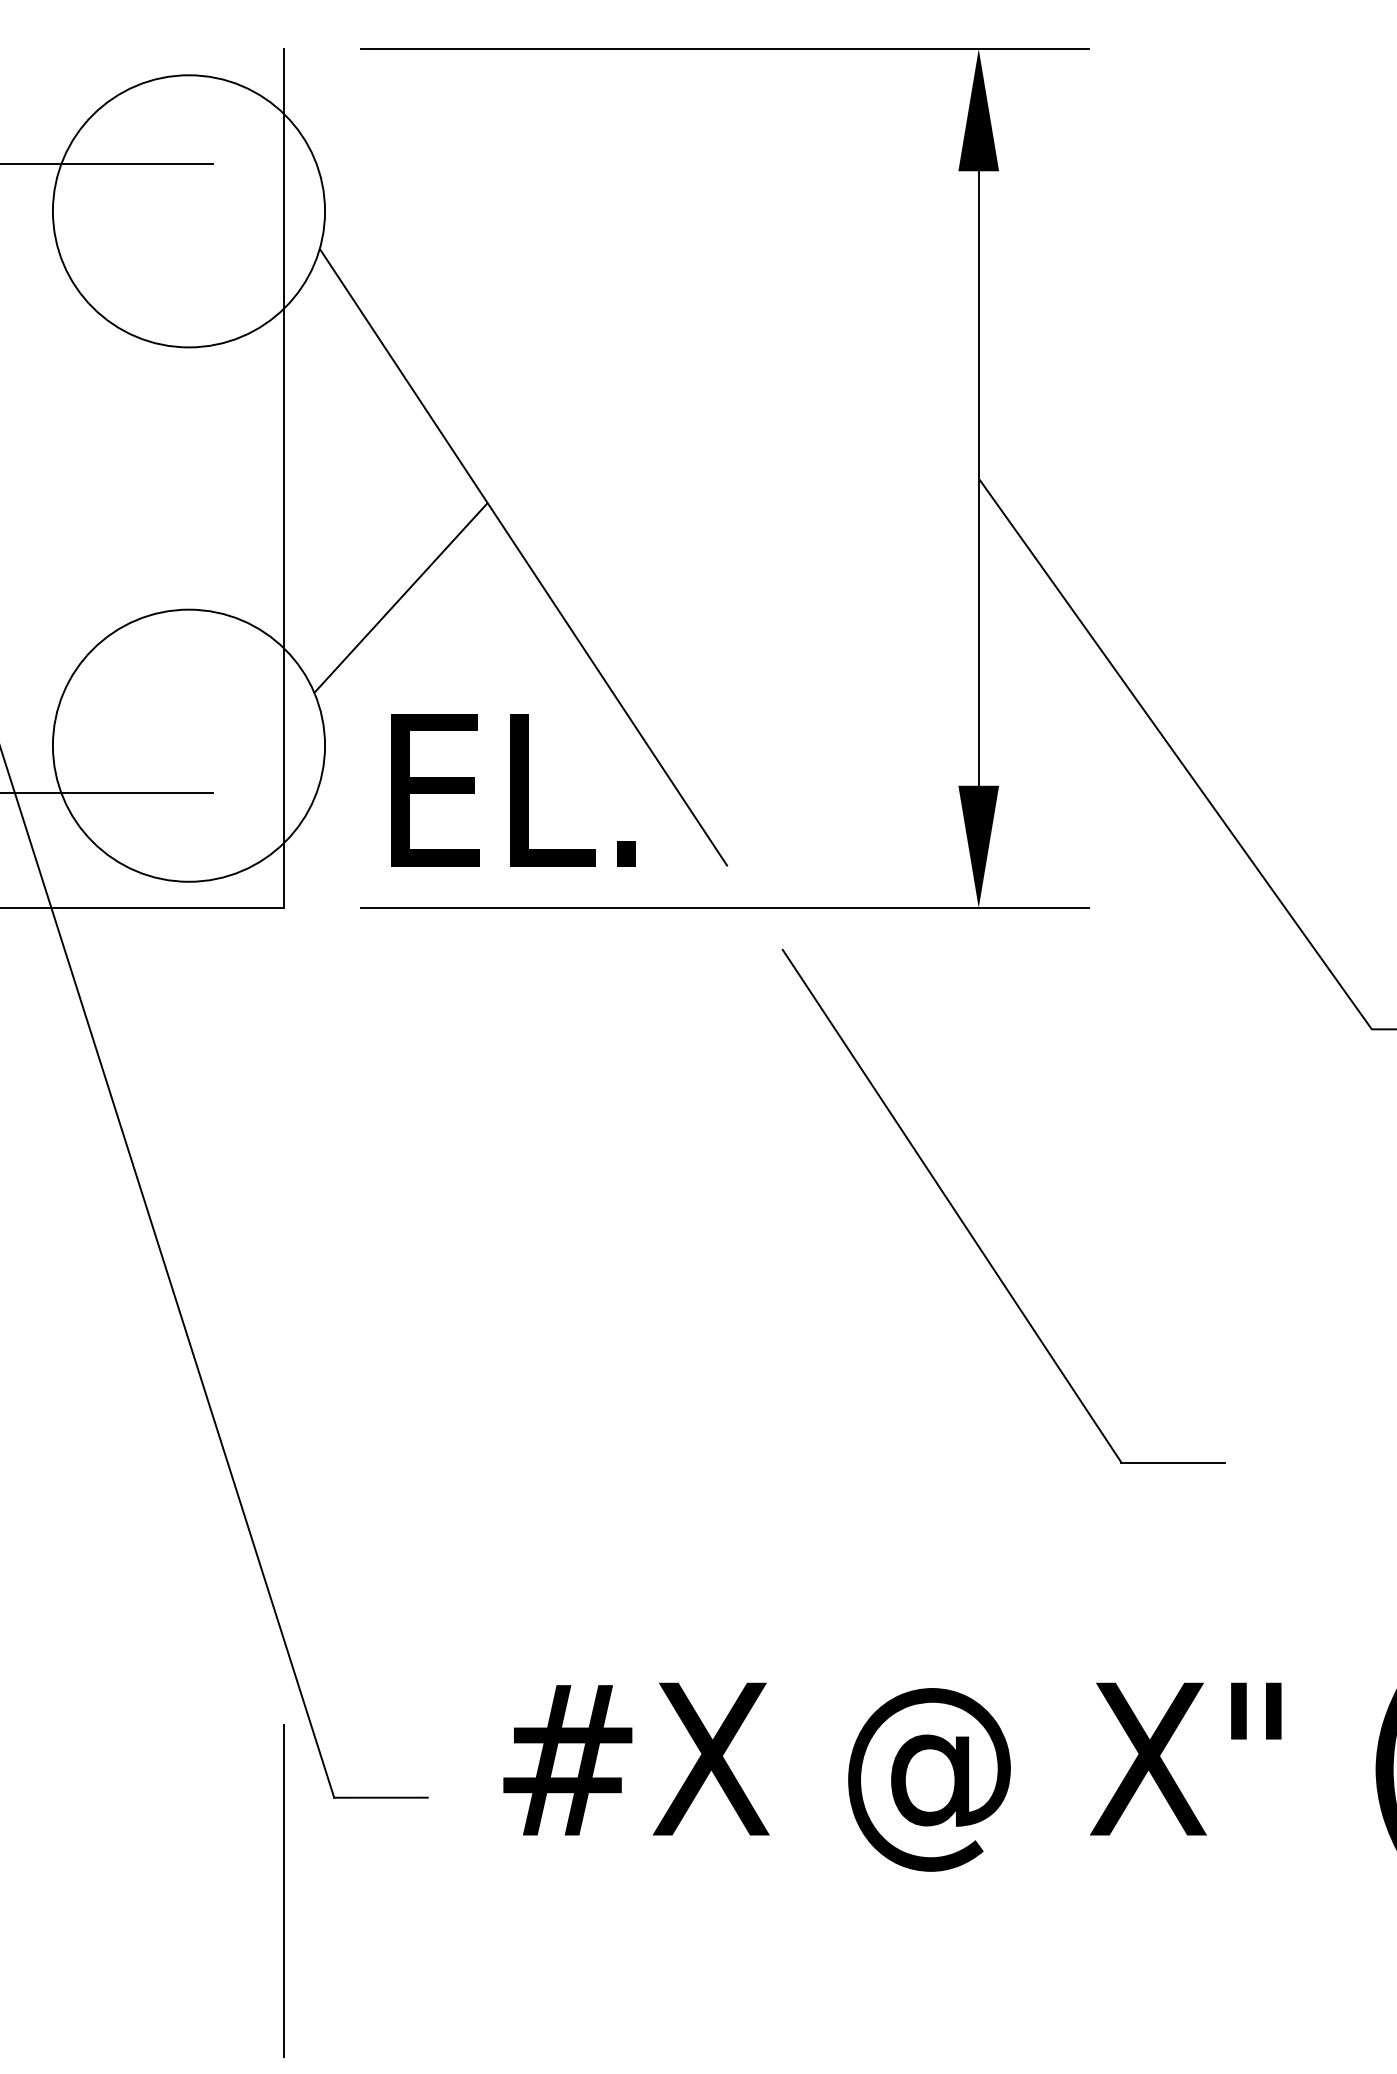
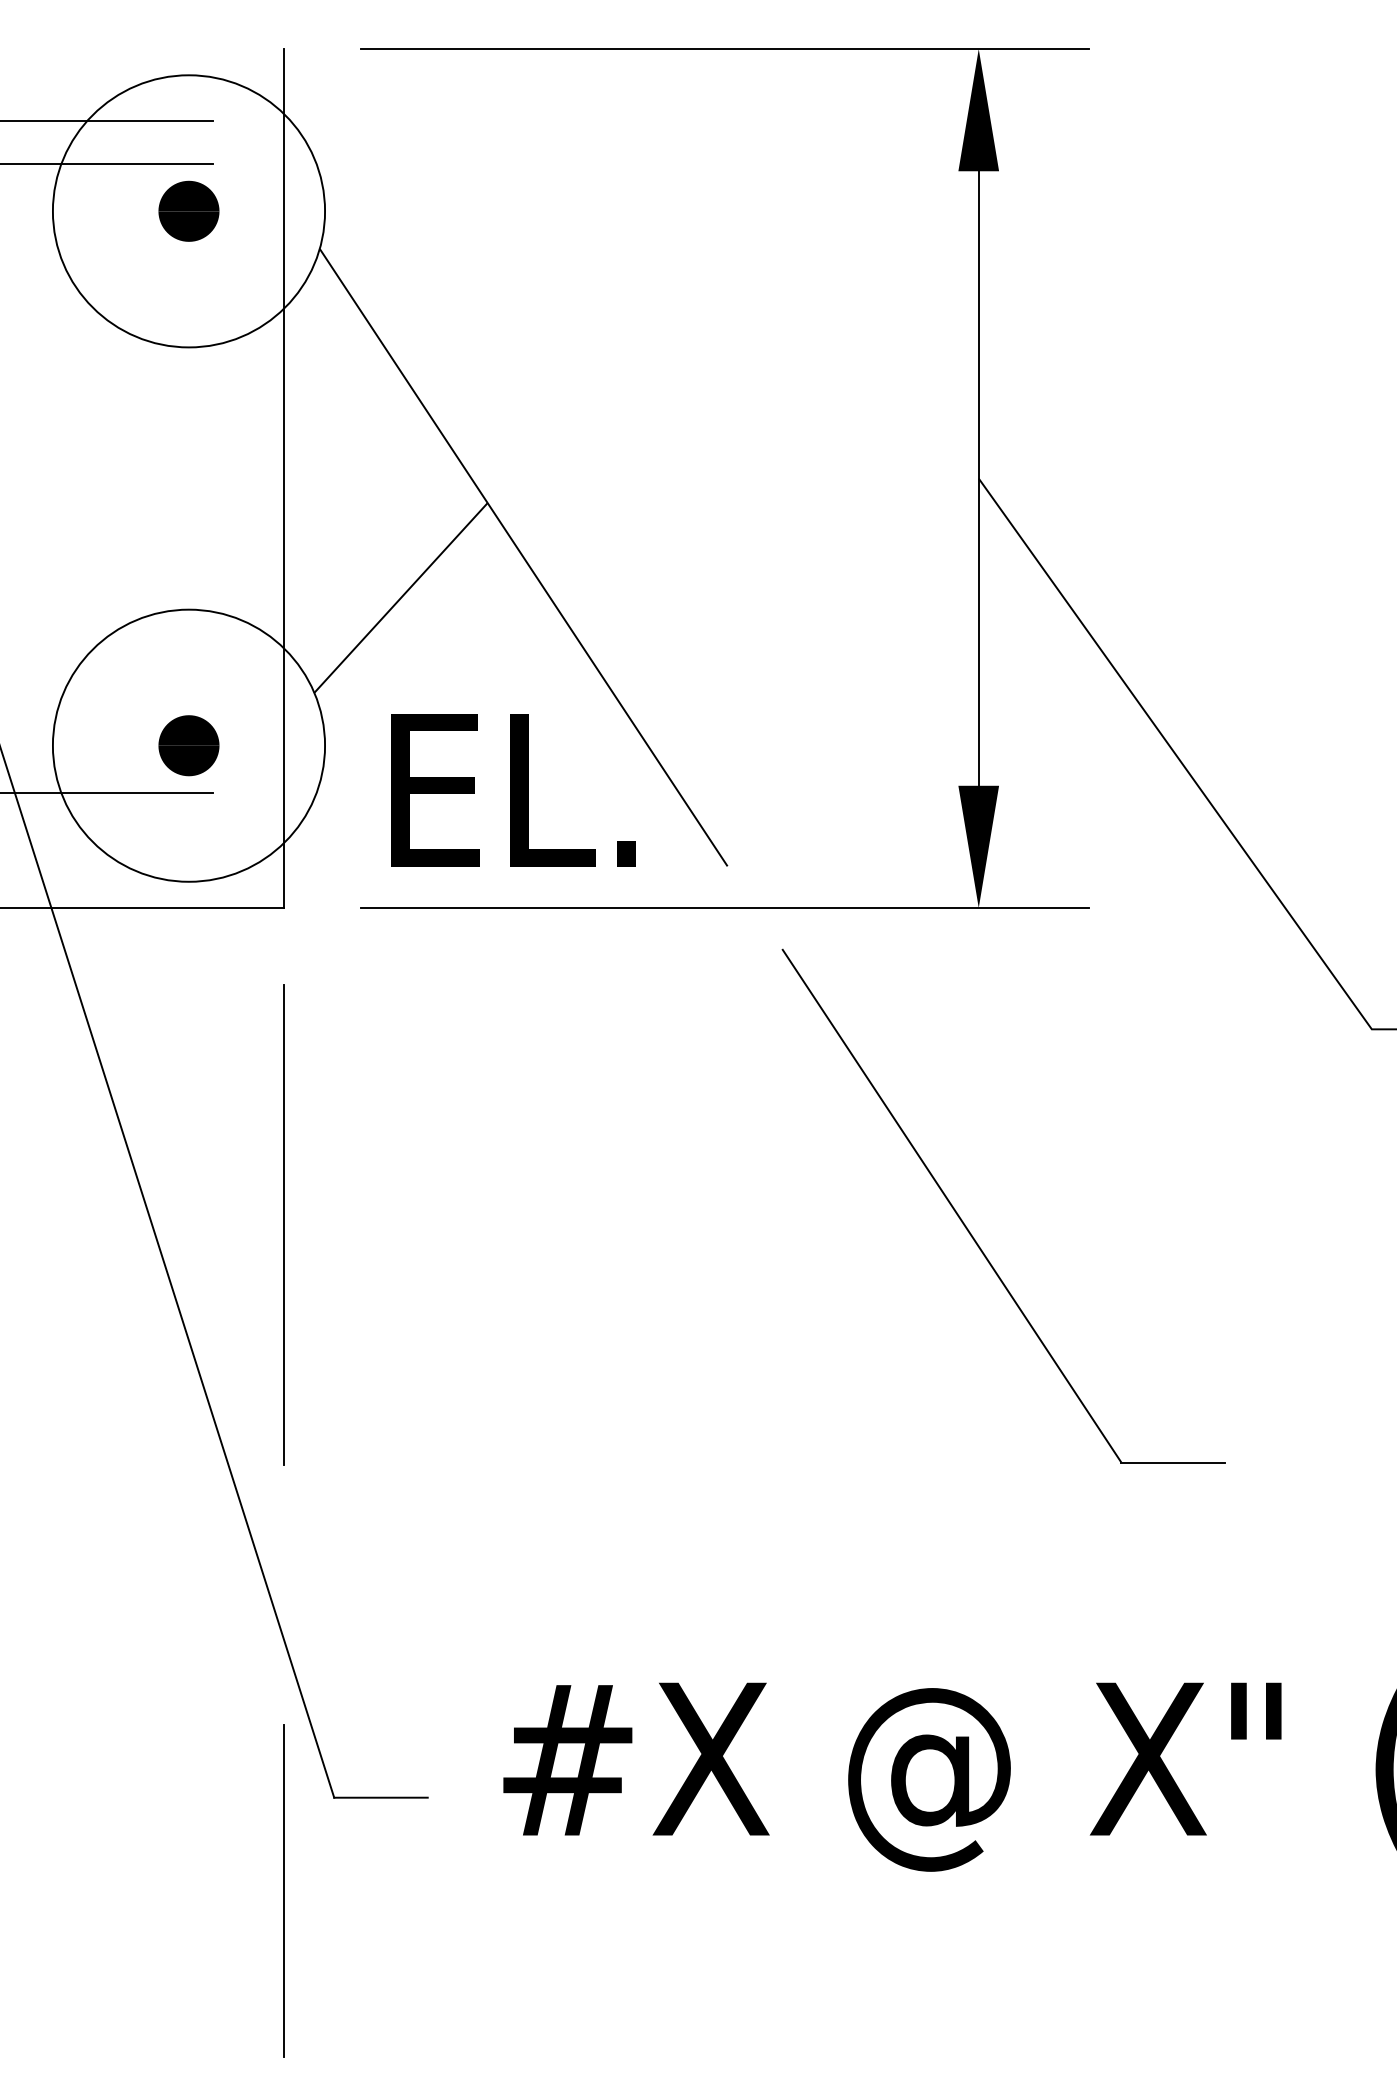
line at (107, 120): none -> present
part at (188, 210): none -> present
part at (188, 745): none -> present
line at (284, 1224): none -> present
